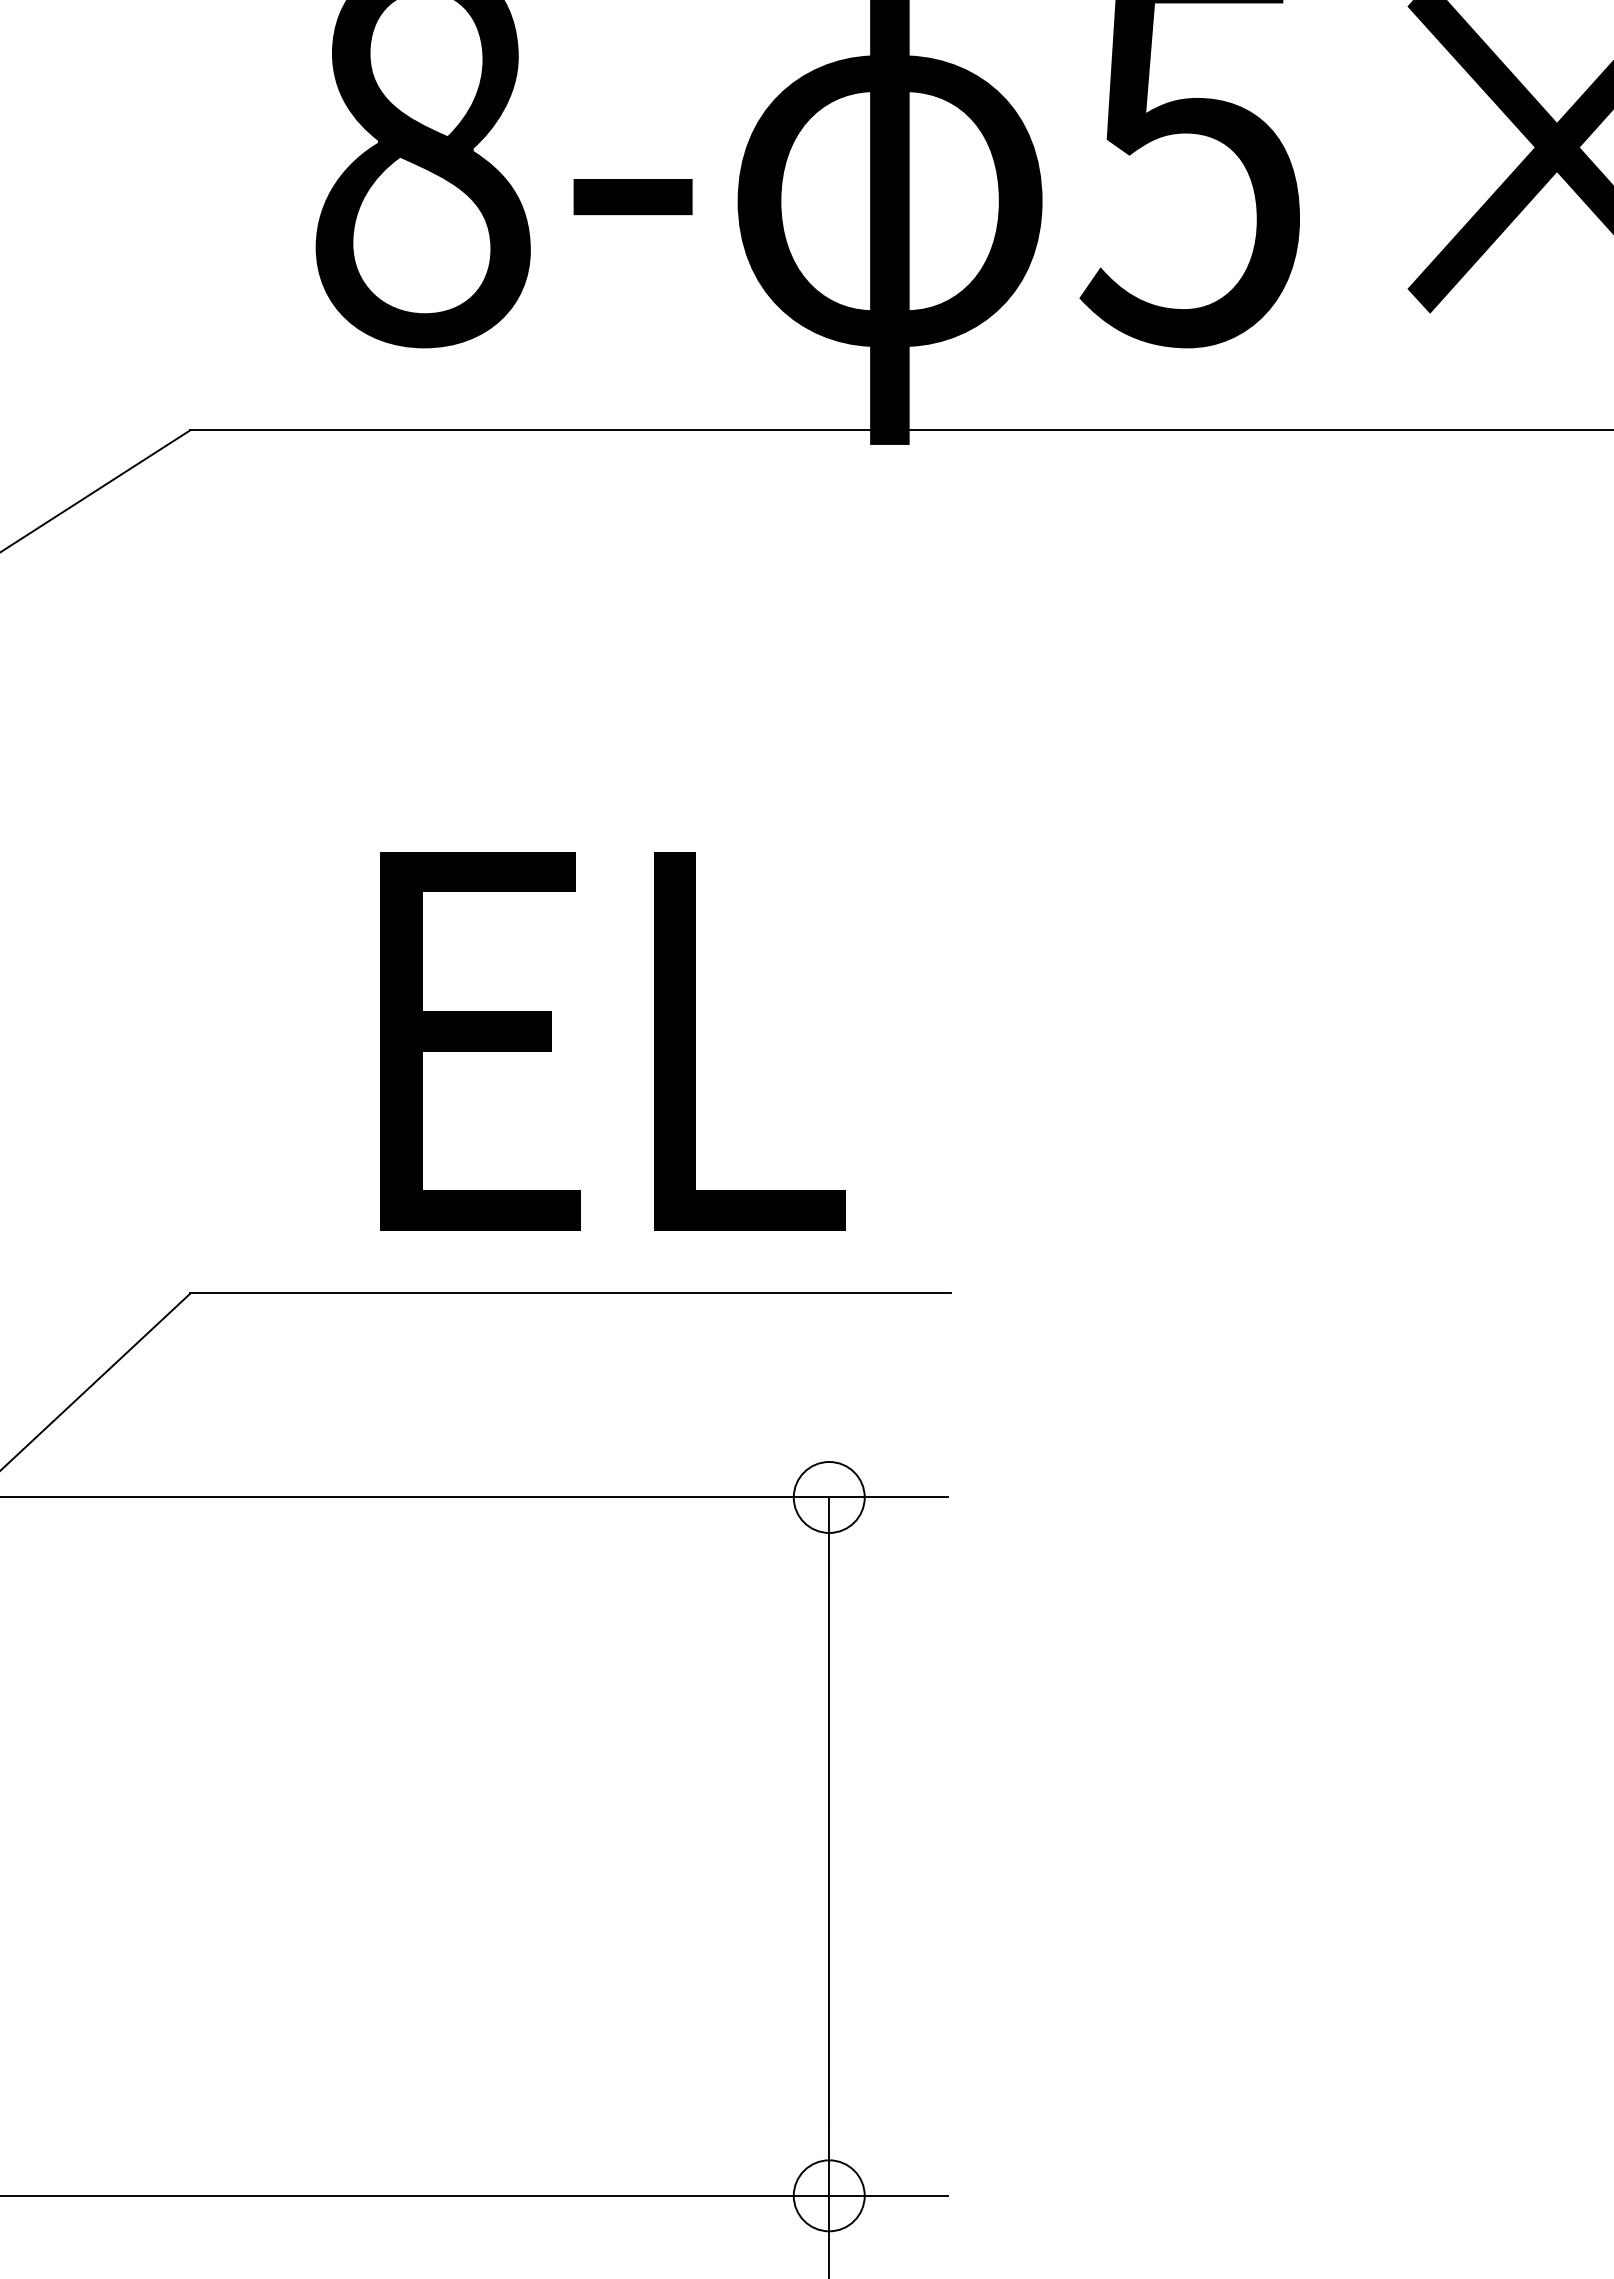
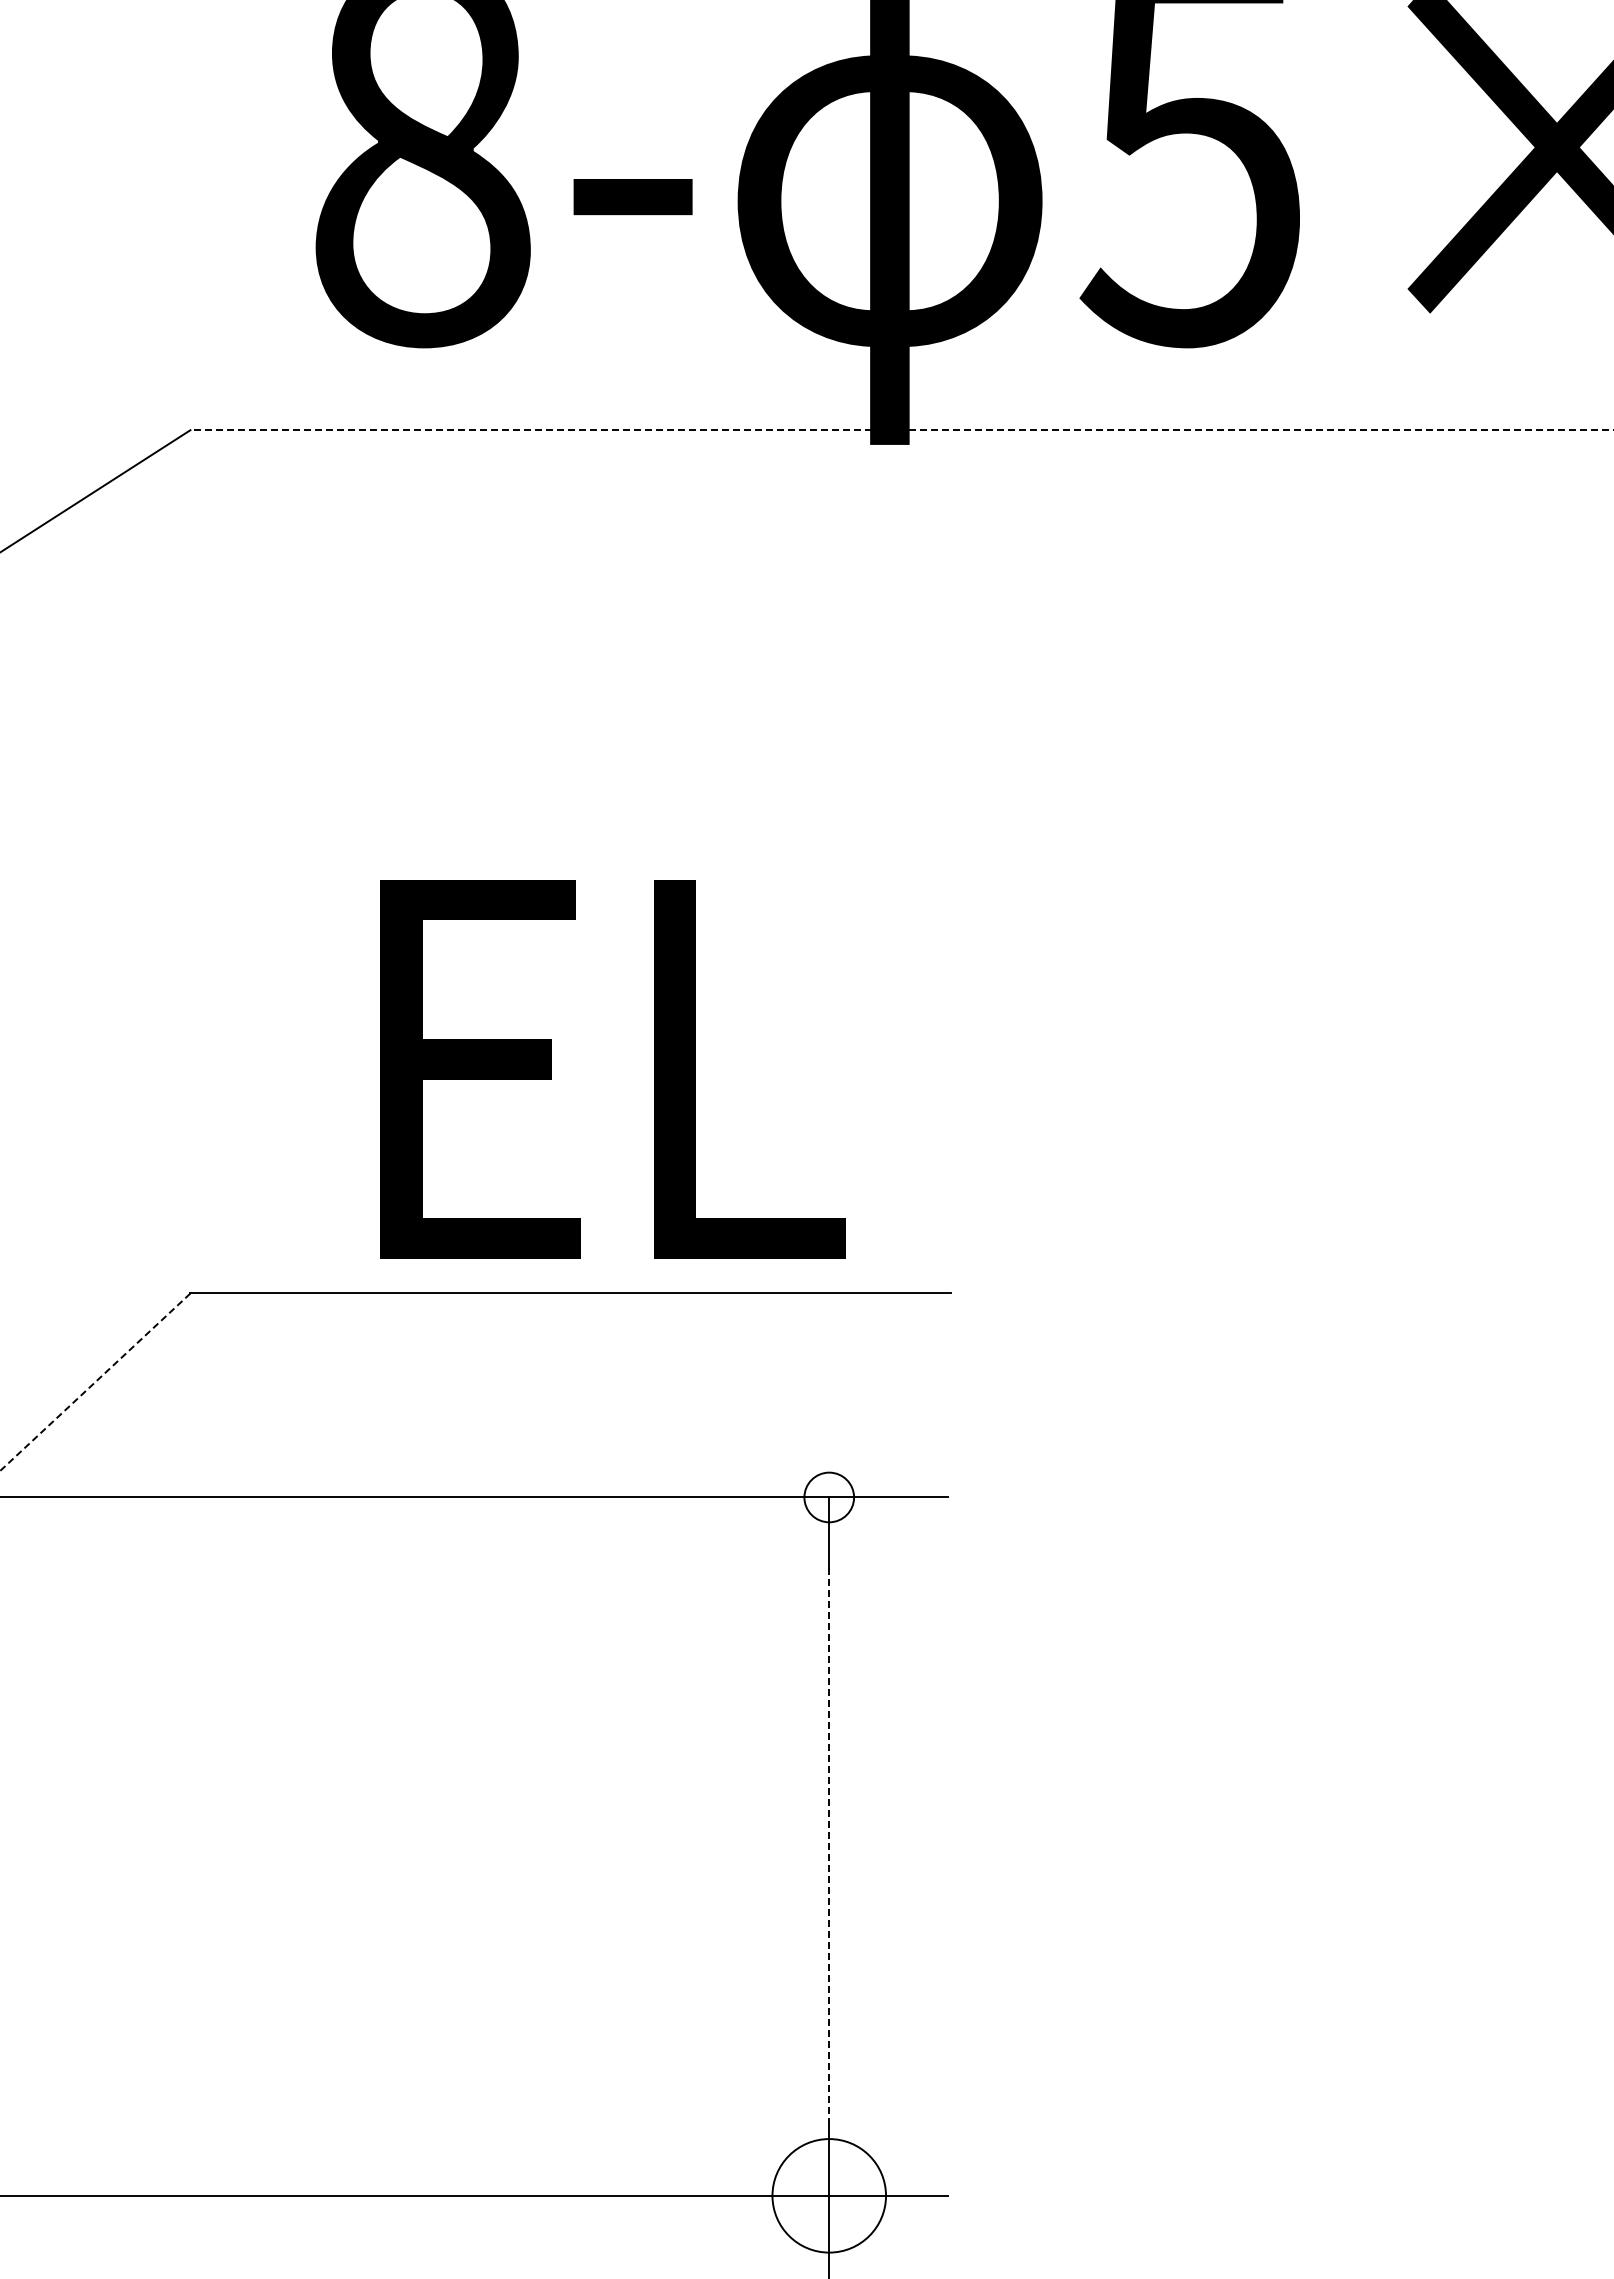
line at (901, 430): solid -> dashed
text at (612, 1041) position: (612, 1041) -> (612, 1069)
line at (95, 1382): solid -> dashed
circle at (828, 1496) diameter: 71 px -> 50 px
line at (829, 1847): solid -> dashed
circle at (828, 2195) diameter: 71 px -> 114 px
